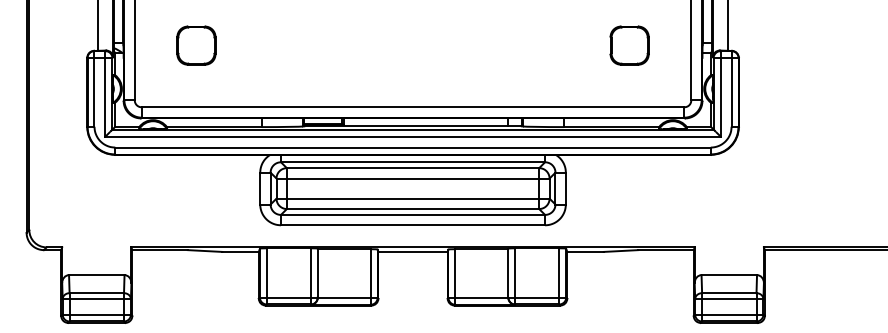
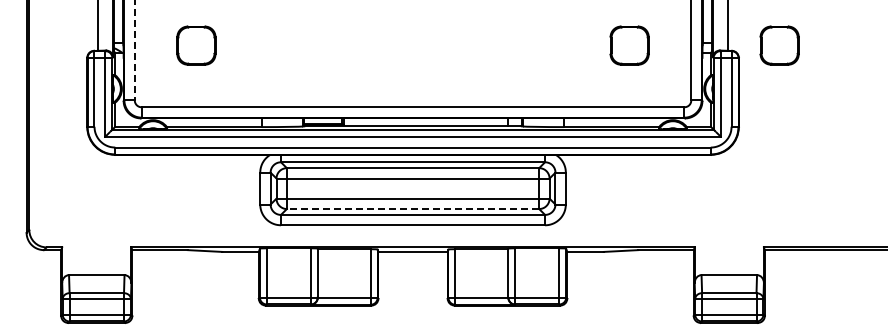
part at (779, 45): none -> present
line at (134, 50): solid -> dashed
line at (412, 209): solid -> dashed
